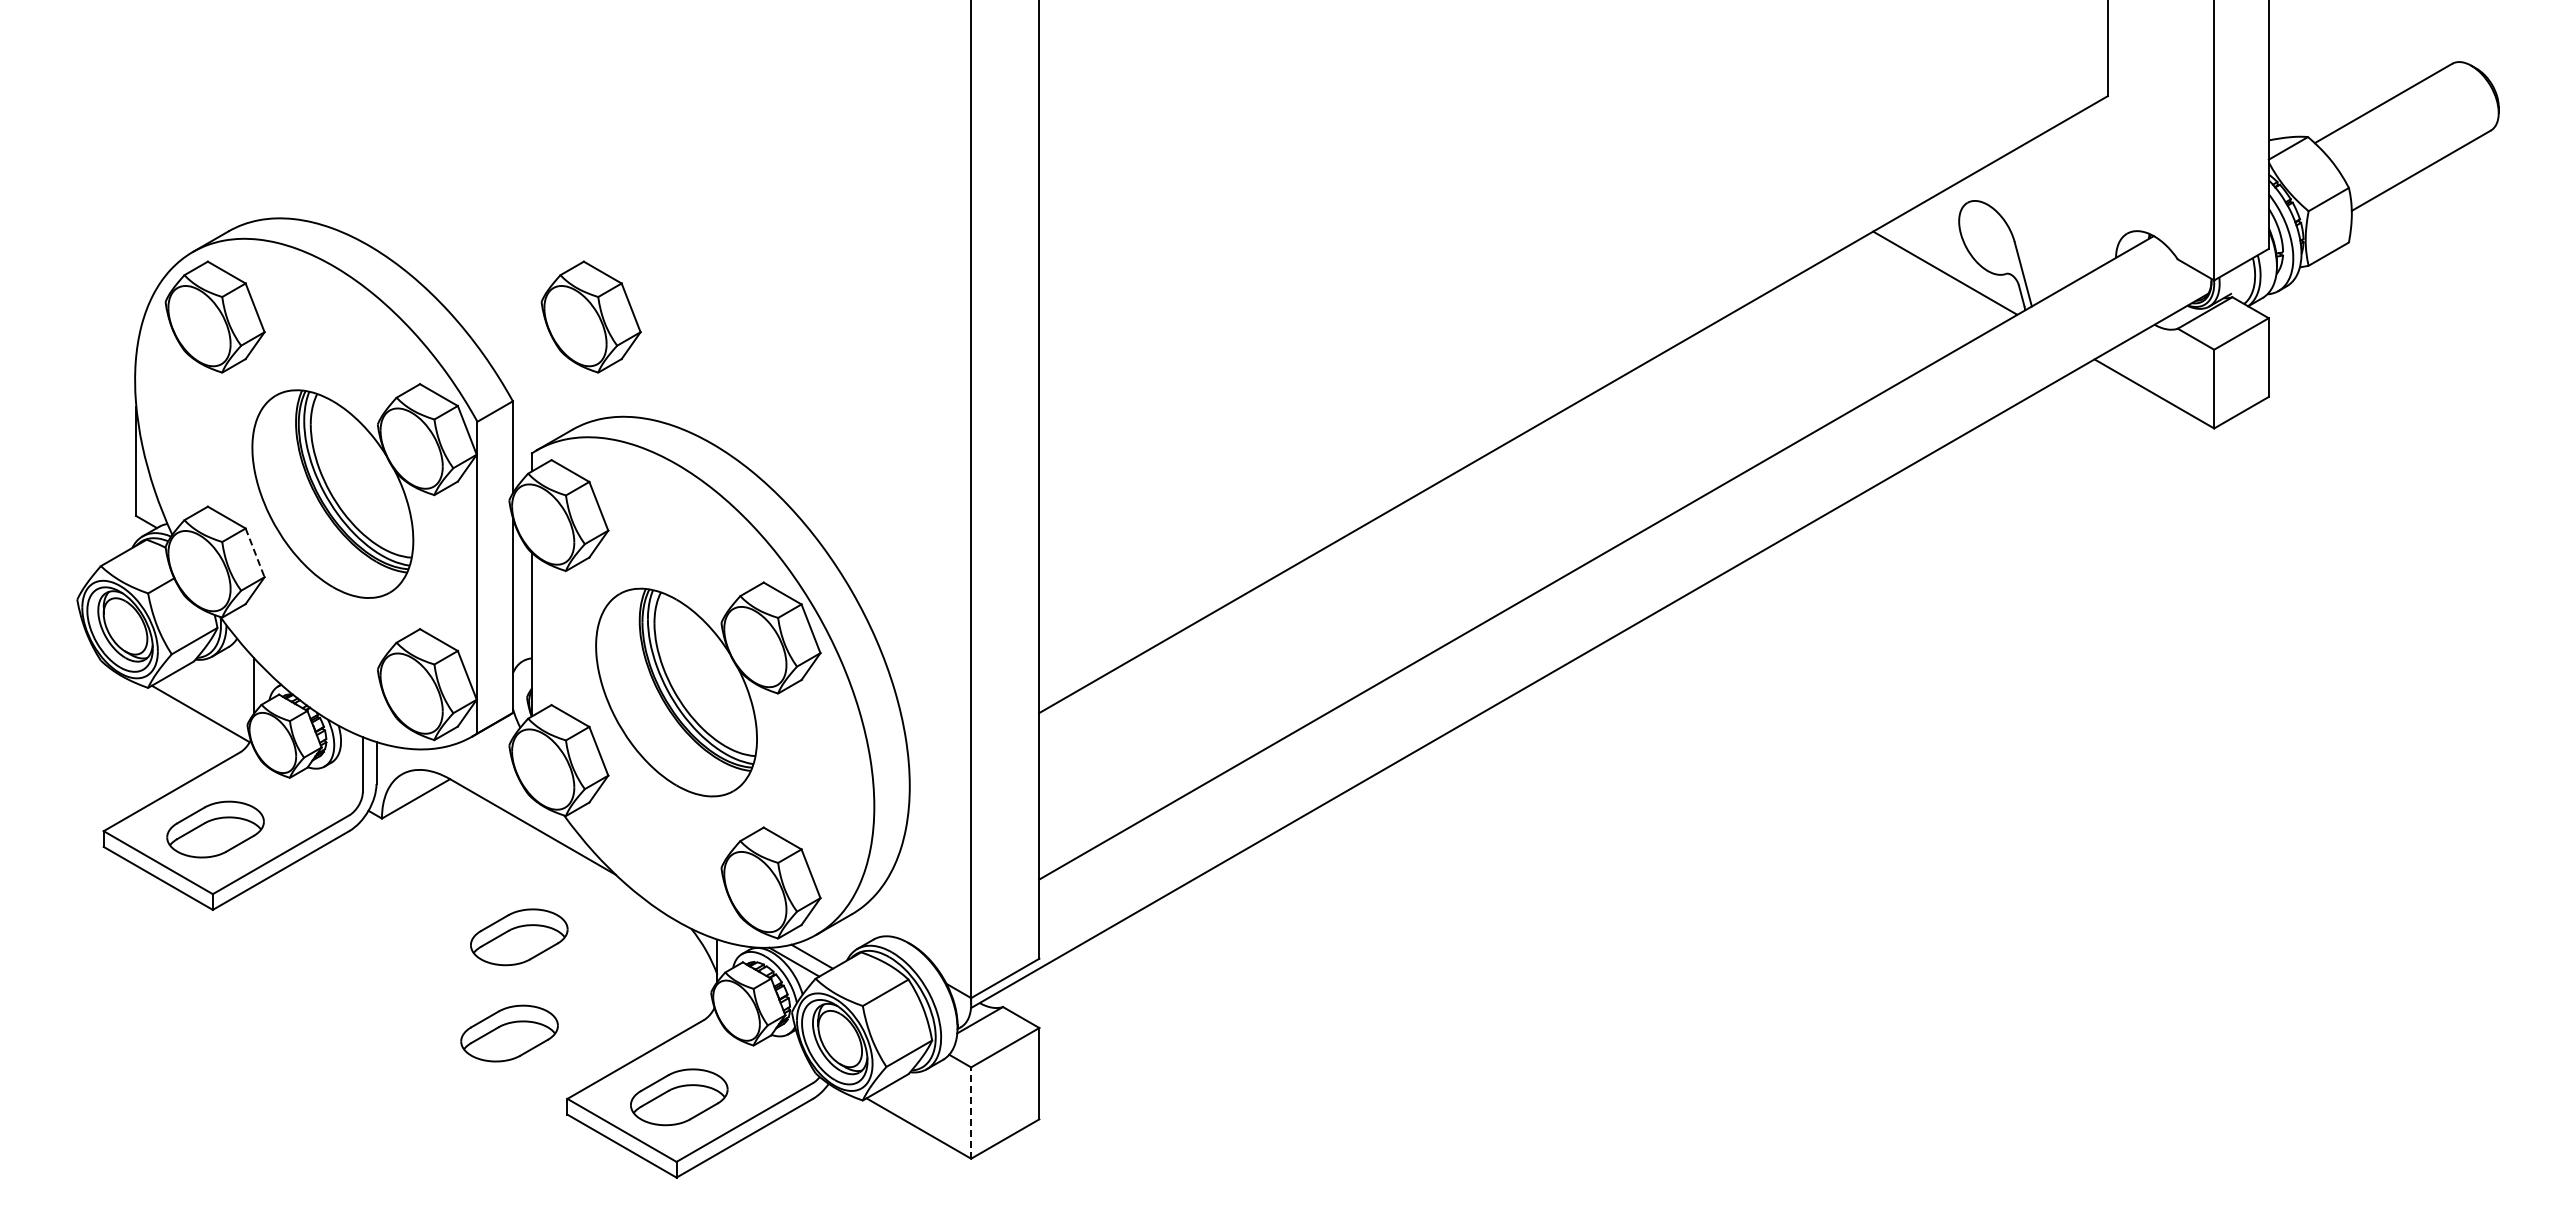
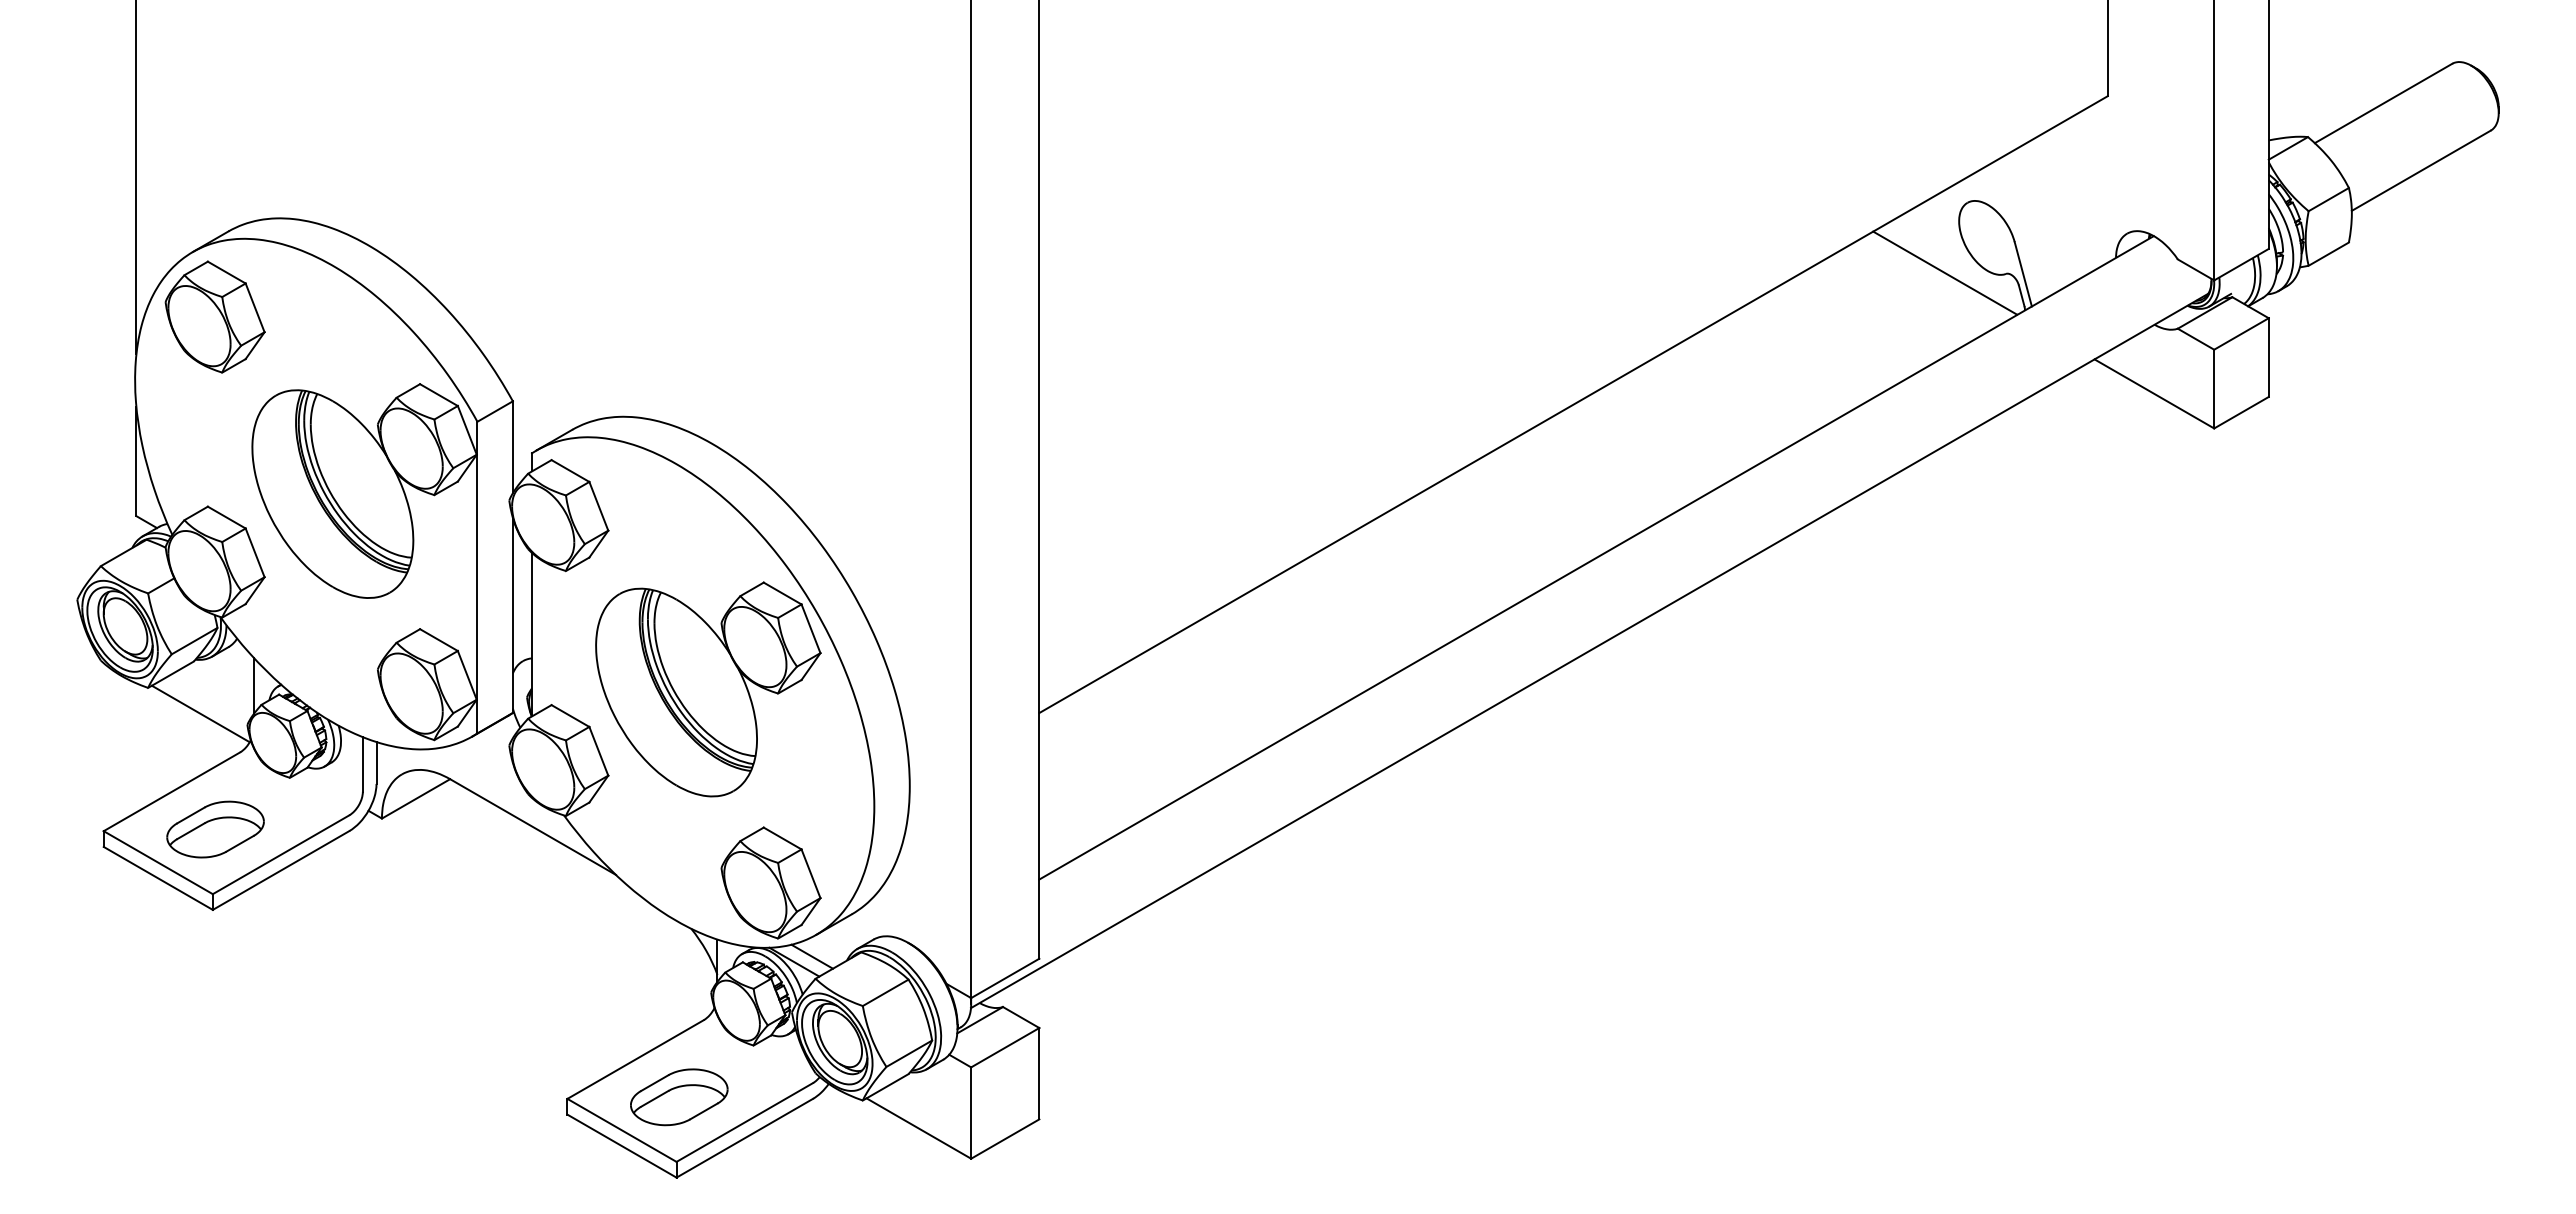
line at (136, 178): none -> present
part at (590, 316): present -> none
line at (255, 553): dashed -> solid
part at (519, 937): present -> none
part at (509, 1033): present -> none
line at (971, 1113): dashed -> solid
